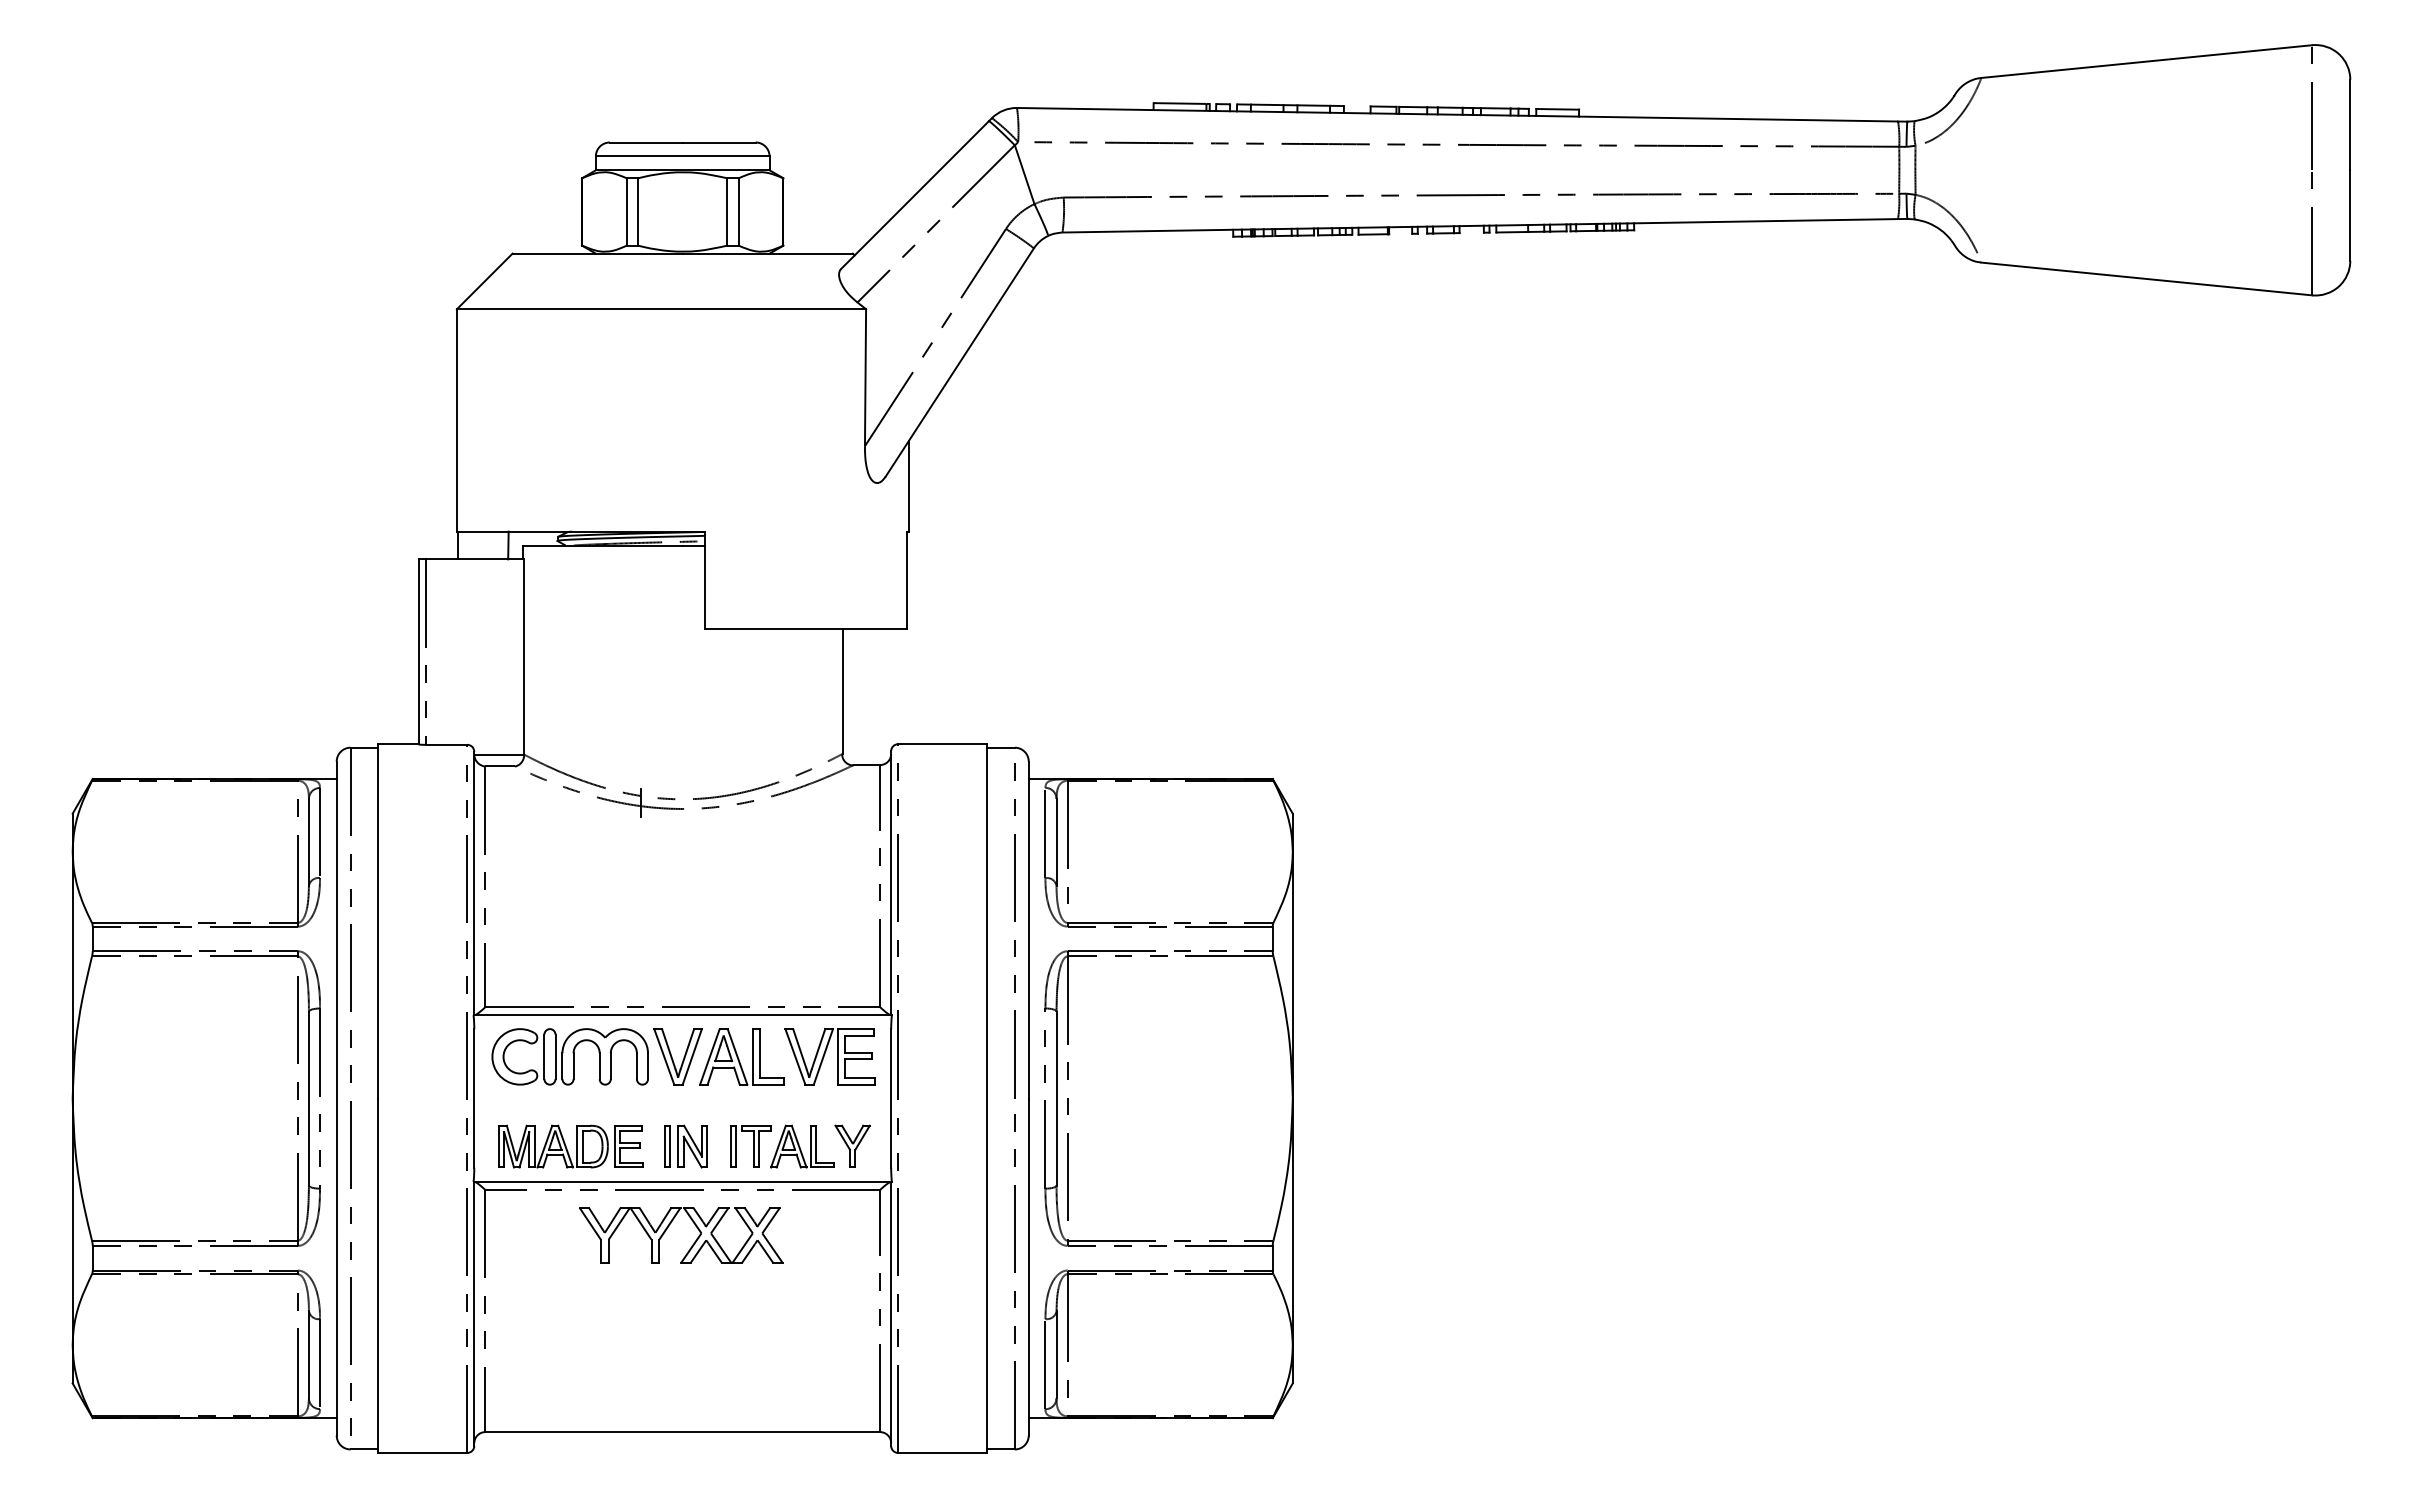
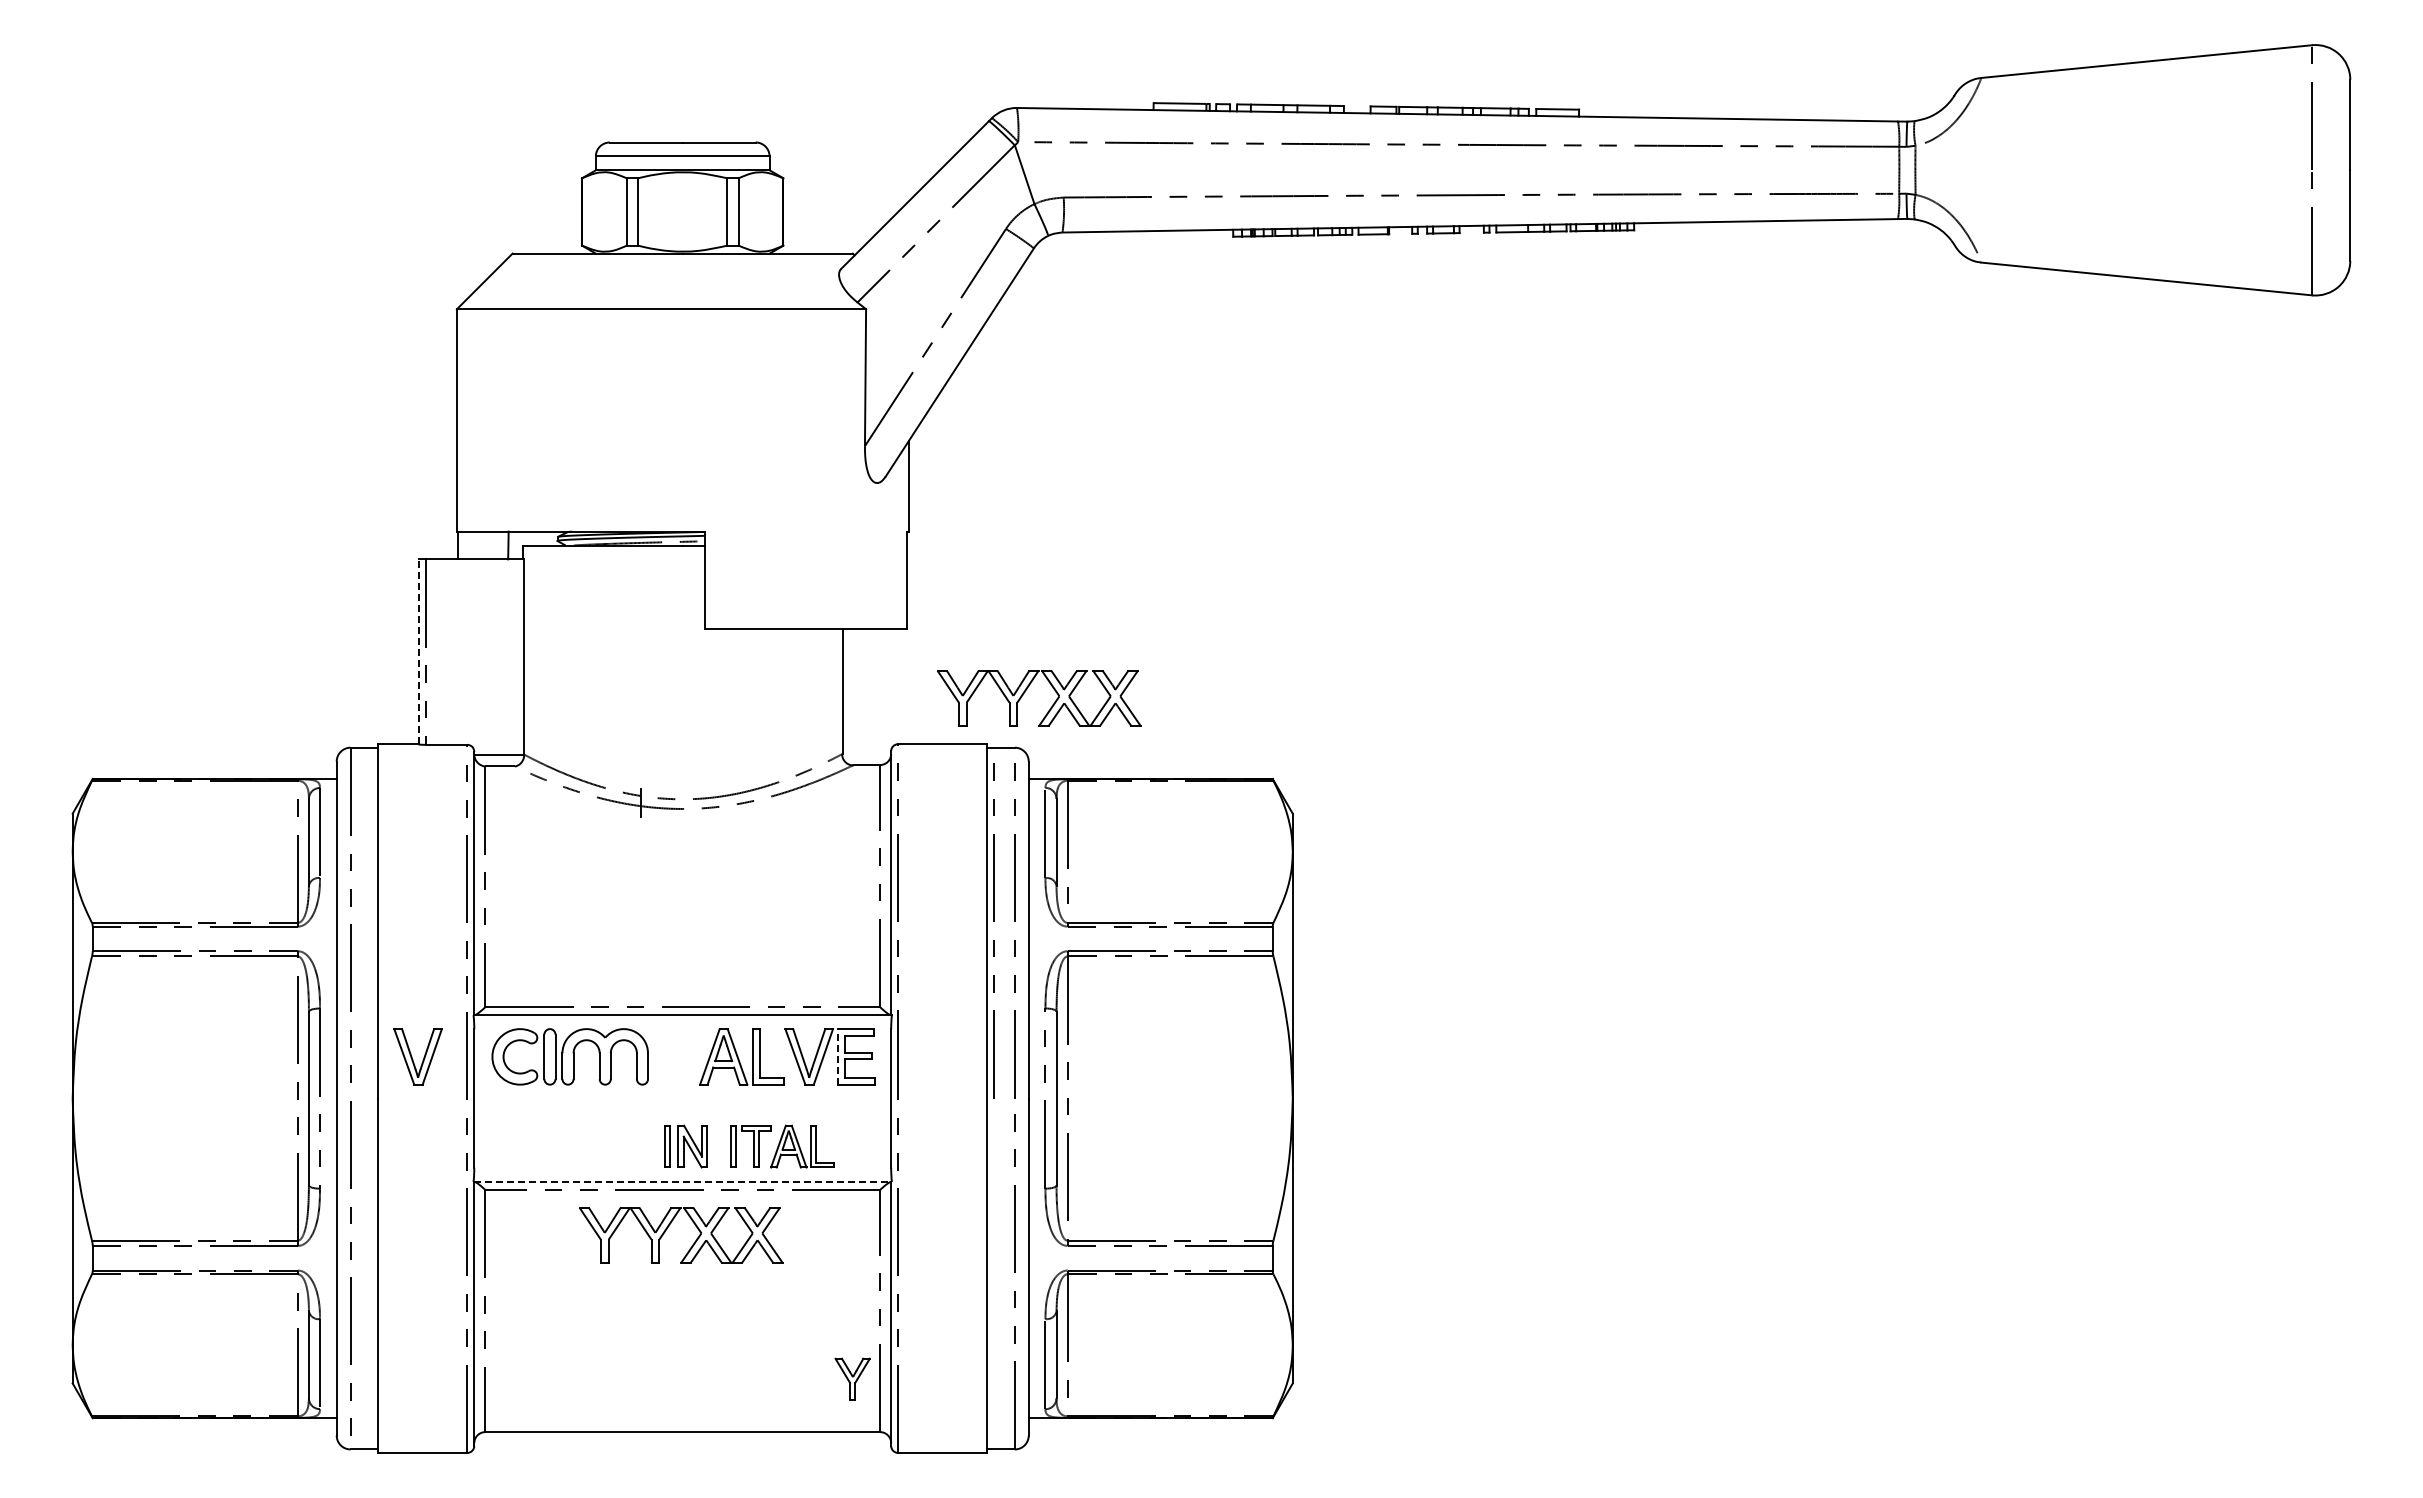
line at (418, 651): solid -> dashed
part at (1050, 707): none -> present
line at (993, 921): none -> present
part at (677, 1056) position: (677, 1056) -> (417, 1056)
line at (838, 1056): solid -> dashed
part at (852, 1145) position: (852, 1145) -> (852, 1378)
part at (570, 1146): present -> none
line at (683, 1181): solid -> dashed
